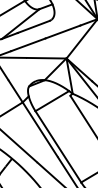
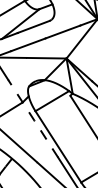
line at (33, 119): solid -> dashed
